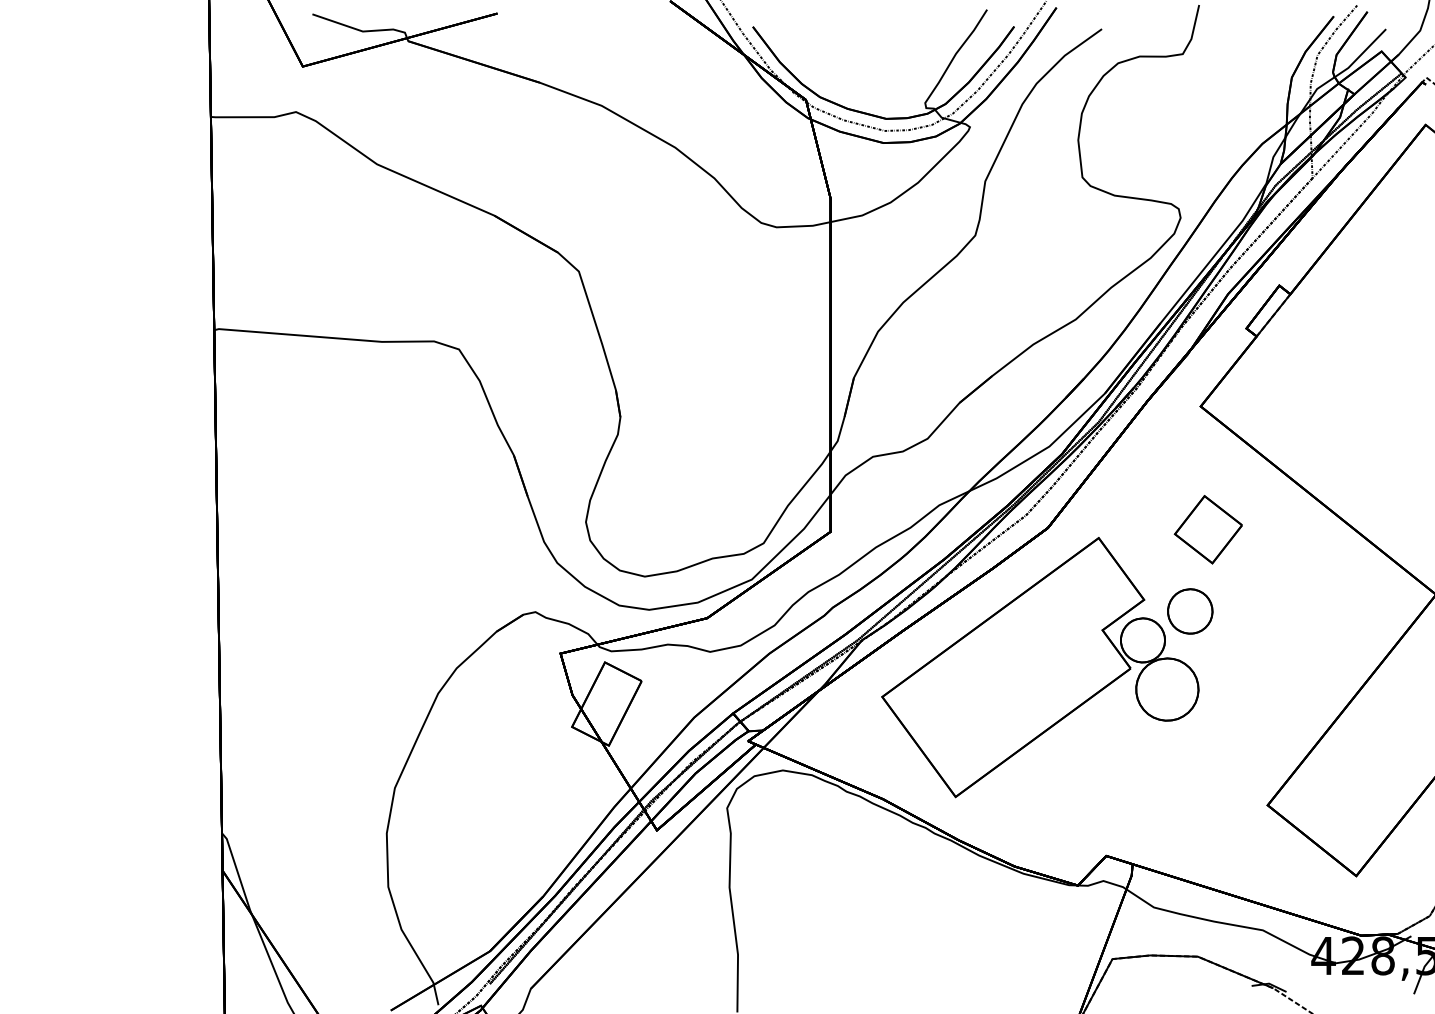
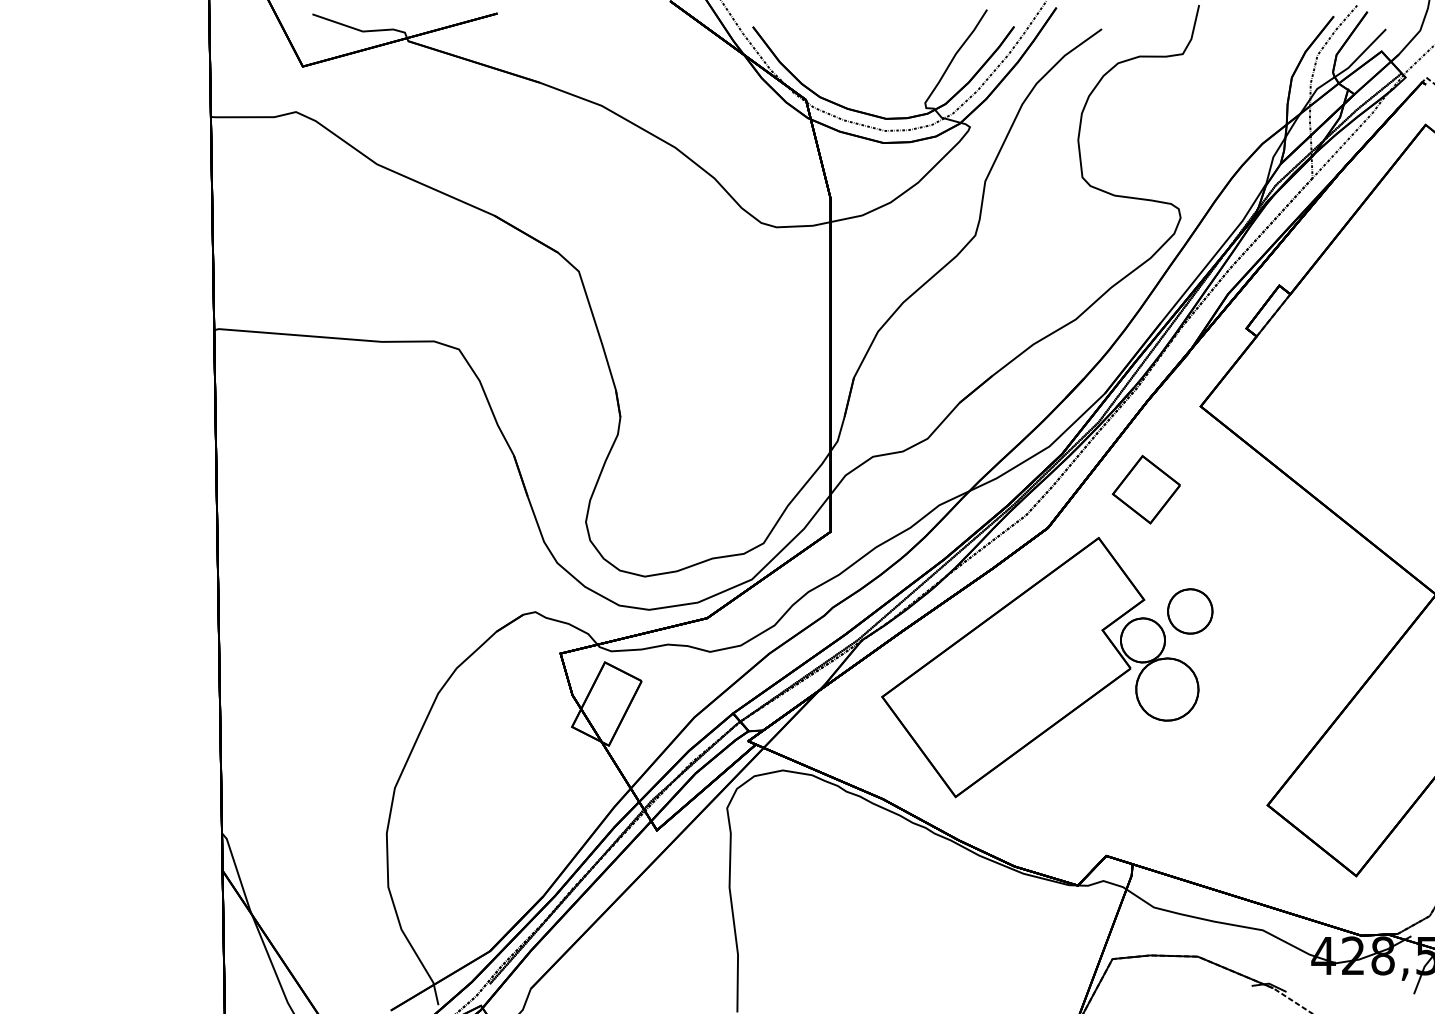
part at (1207, 529) position: (1207, 529) -> (1145, 489)
